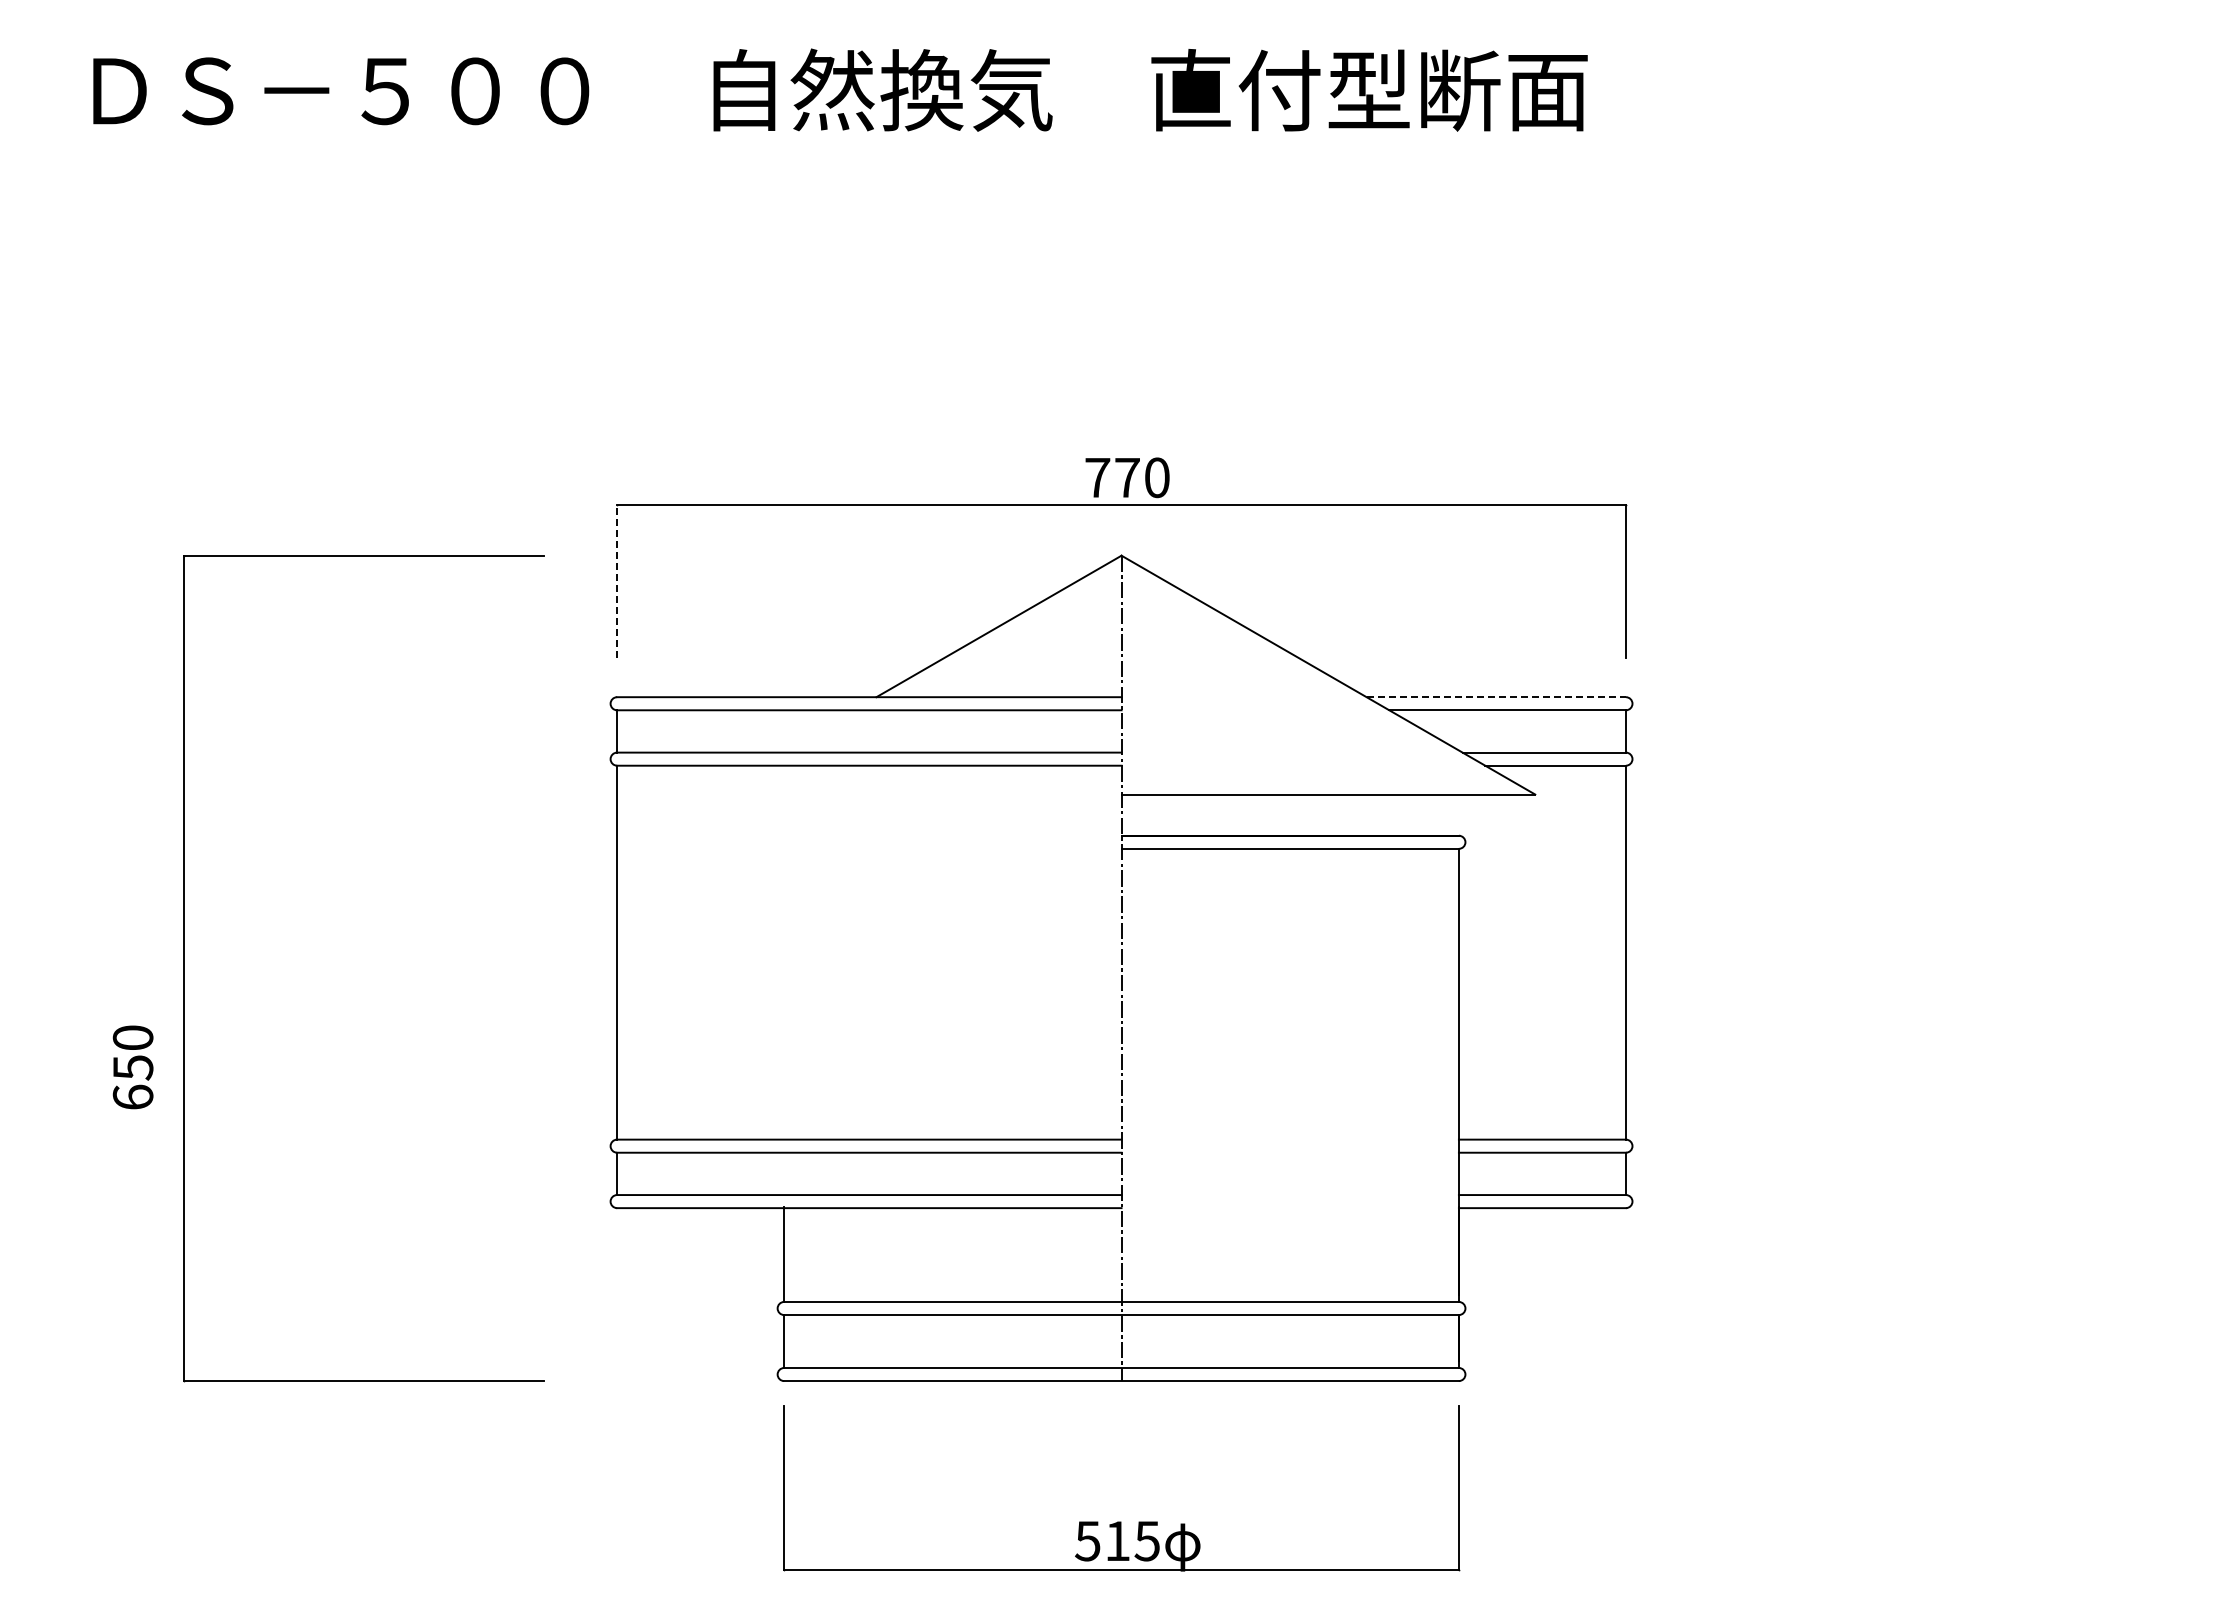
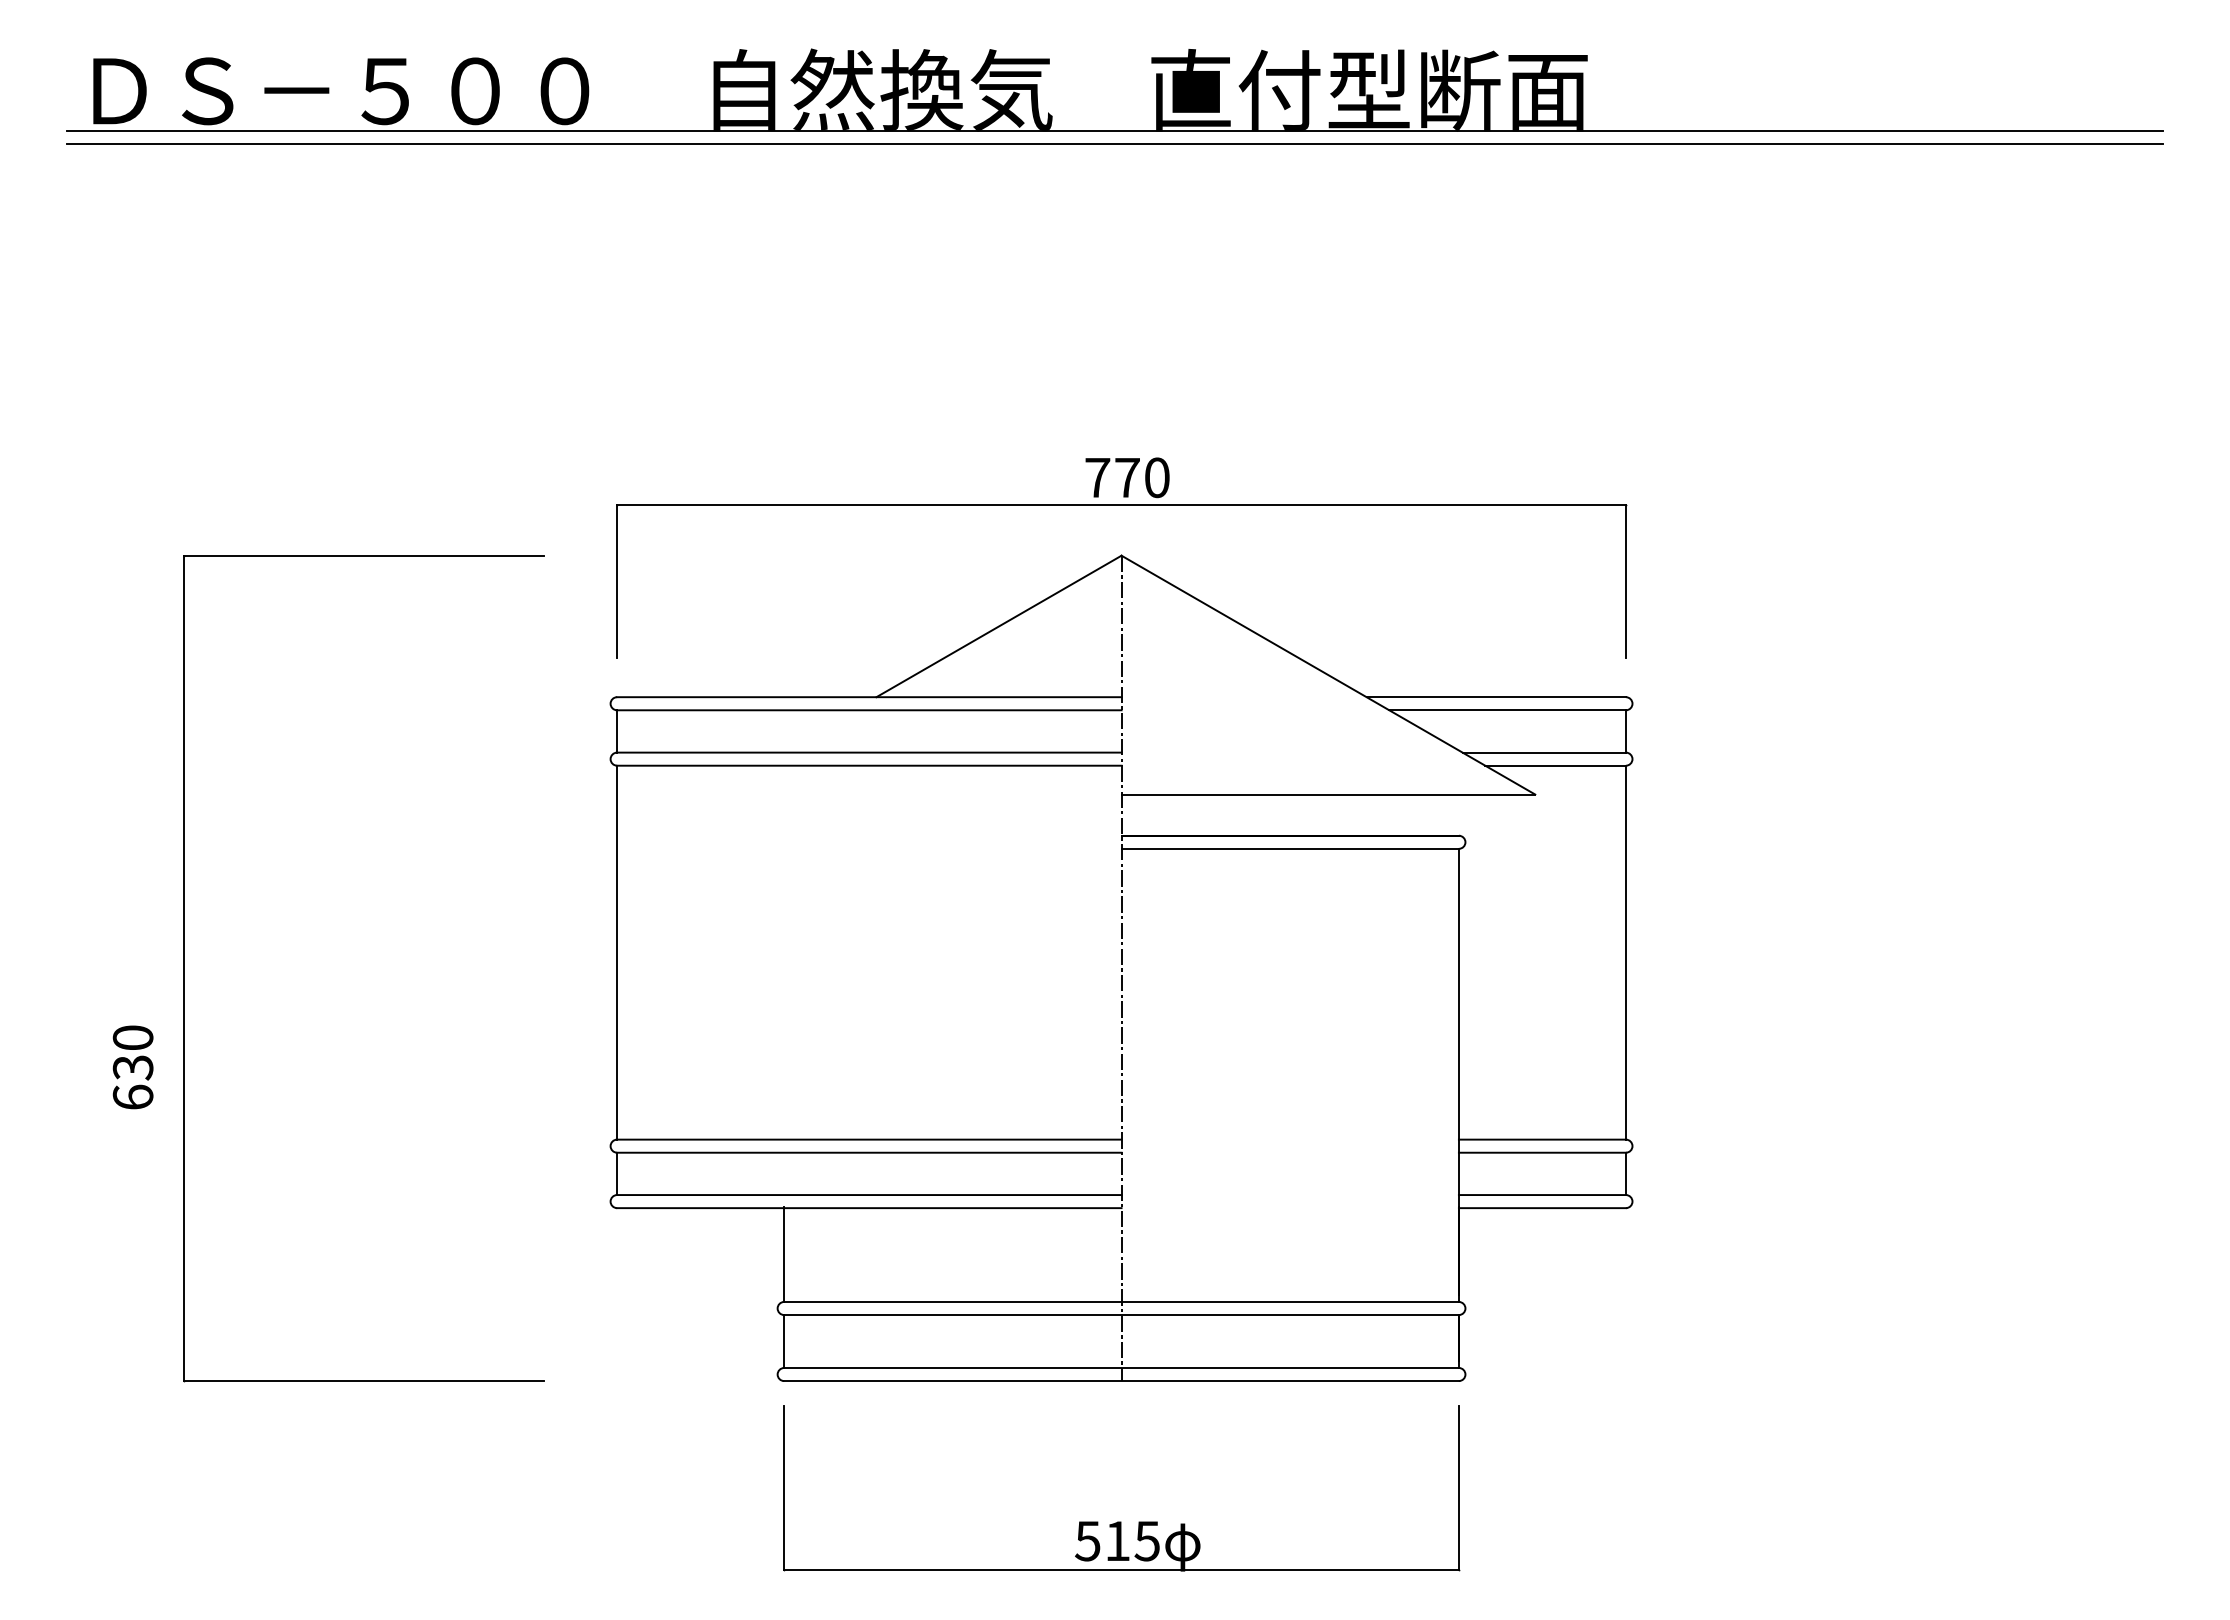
line at (1114, 130): none -> present
line at (1114, 143): none -> present
line at (617, 581): dashed -> solid
line at (1496, 697): dashed -> solid
text at (132, 1067): 650 -> 630
